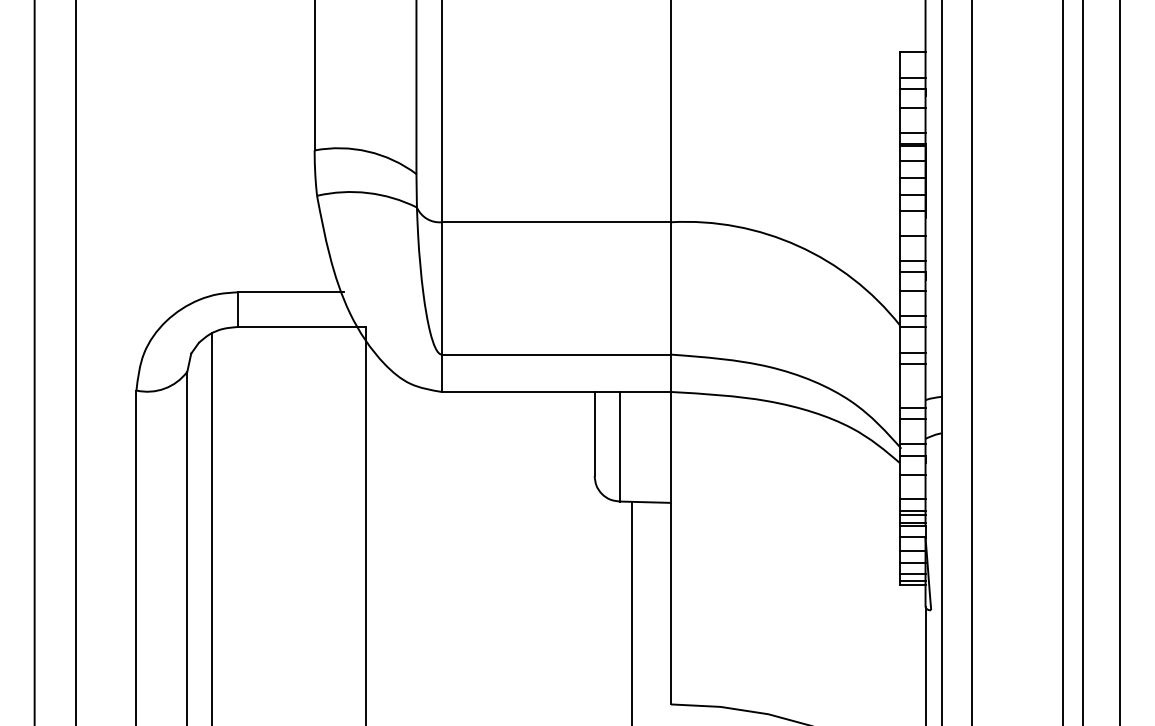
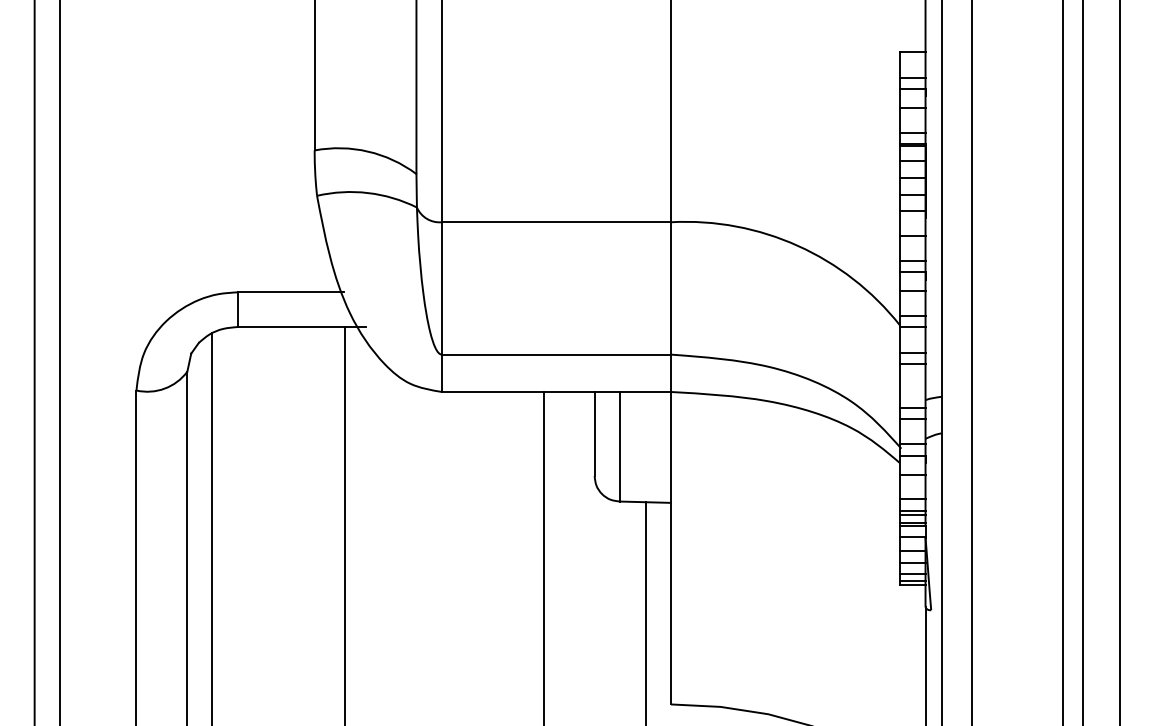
line at (76, 362) position: (76, 362) -> (60, 362)
line at (366, 524) position: (366, 524) -> (345, 524)
line at (543, 556): none -> present
line at (631, 612) position: (631, 612) -> (645, 612)
